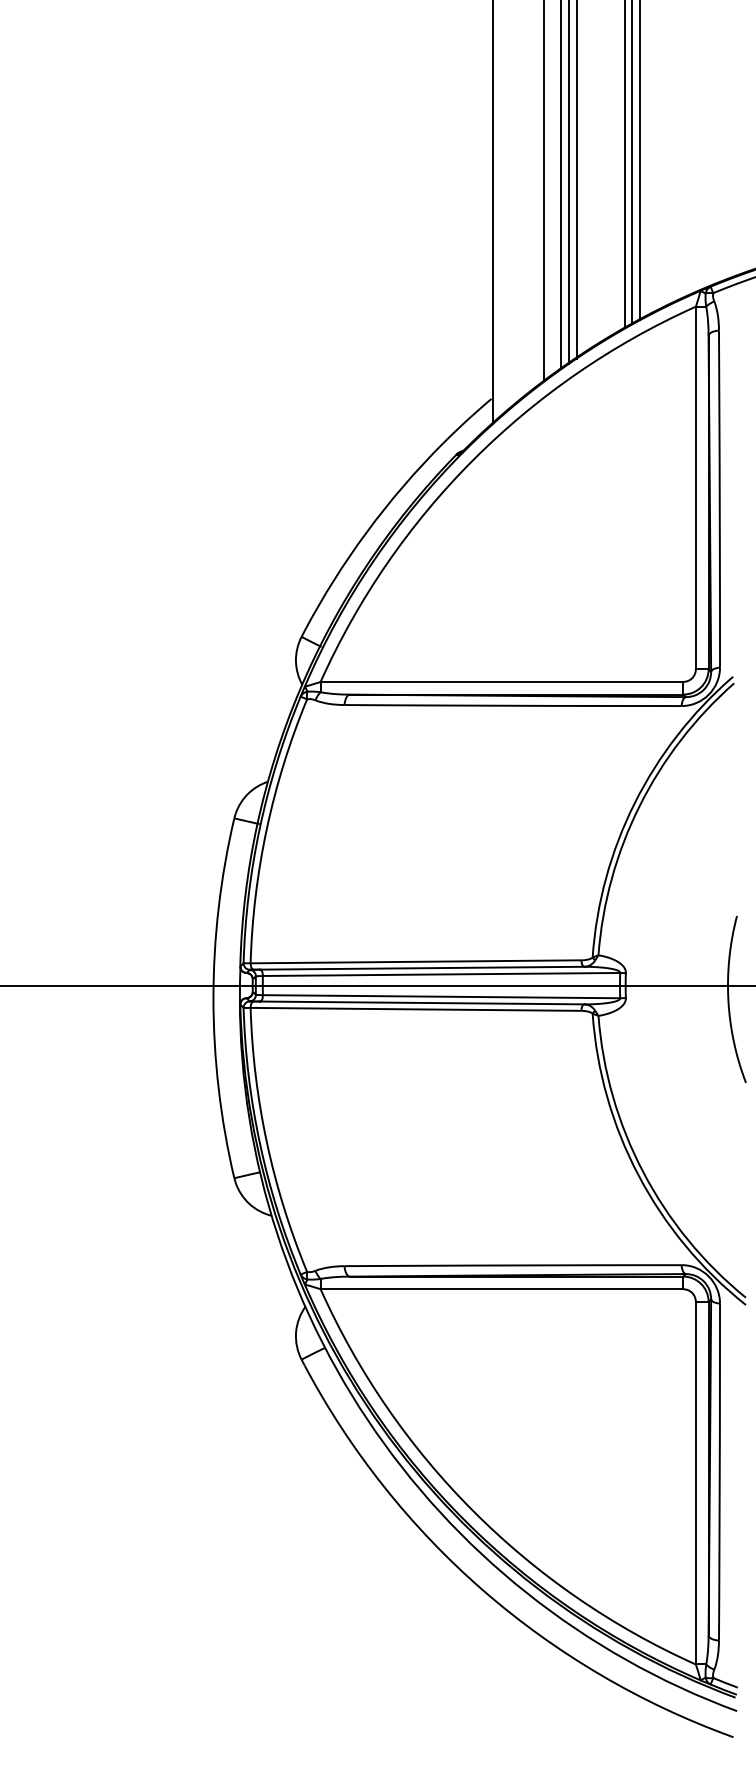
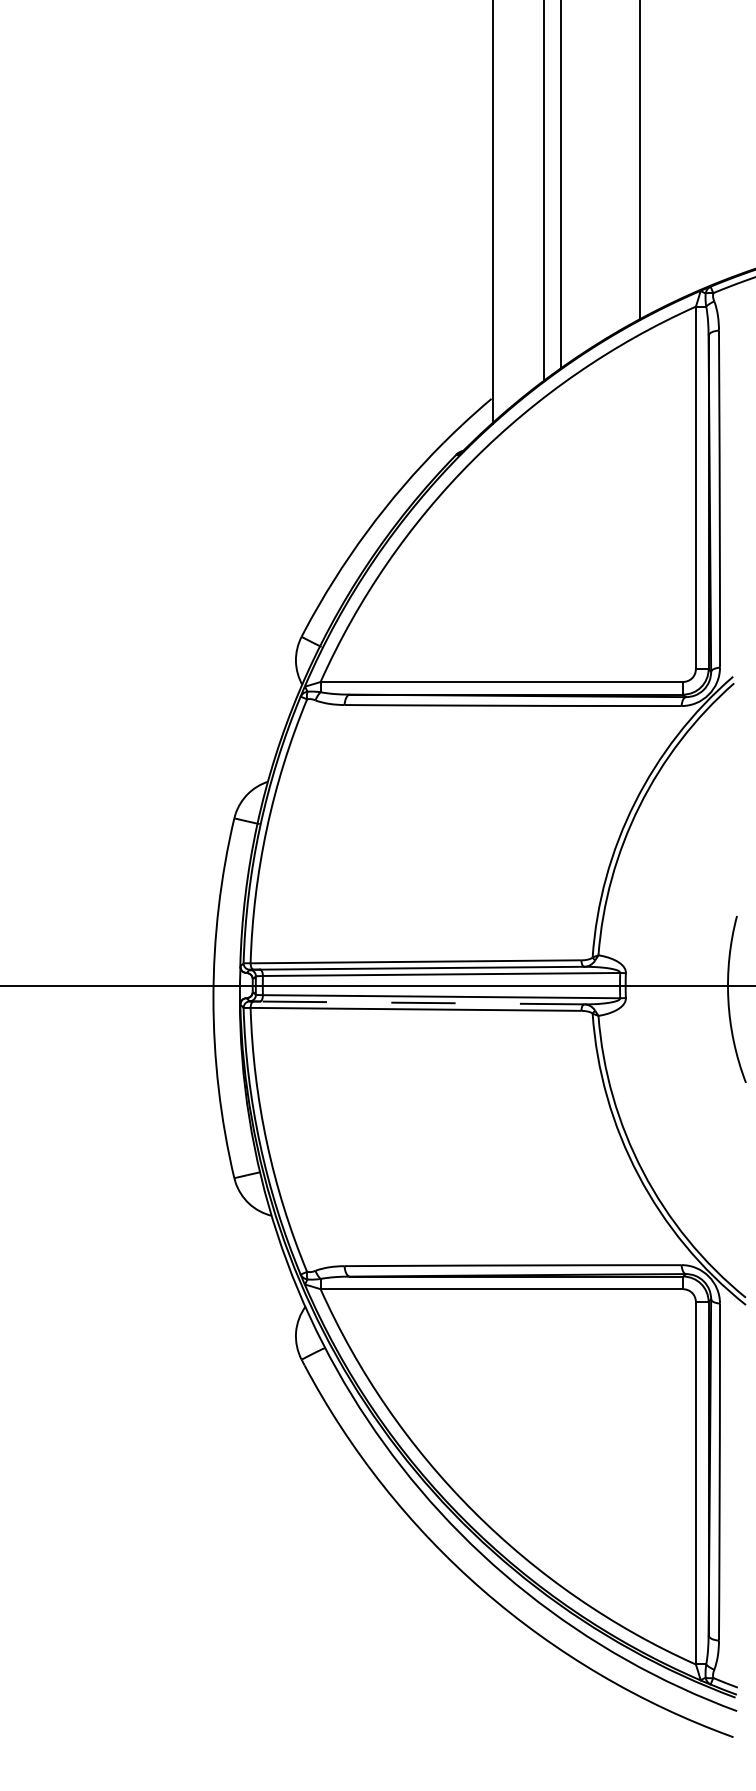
line at (632, 163): present -> none
line at (624, 164): present -> none
line at (576, 180): present -> none
line at (569, 183): present -> none
line at (421, 1002): solid -> dashed
